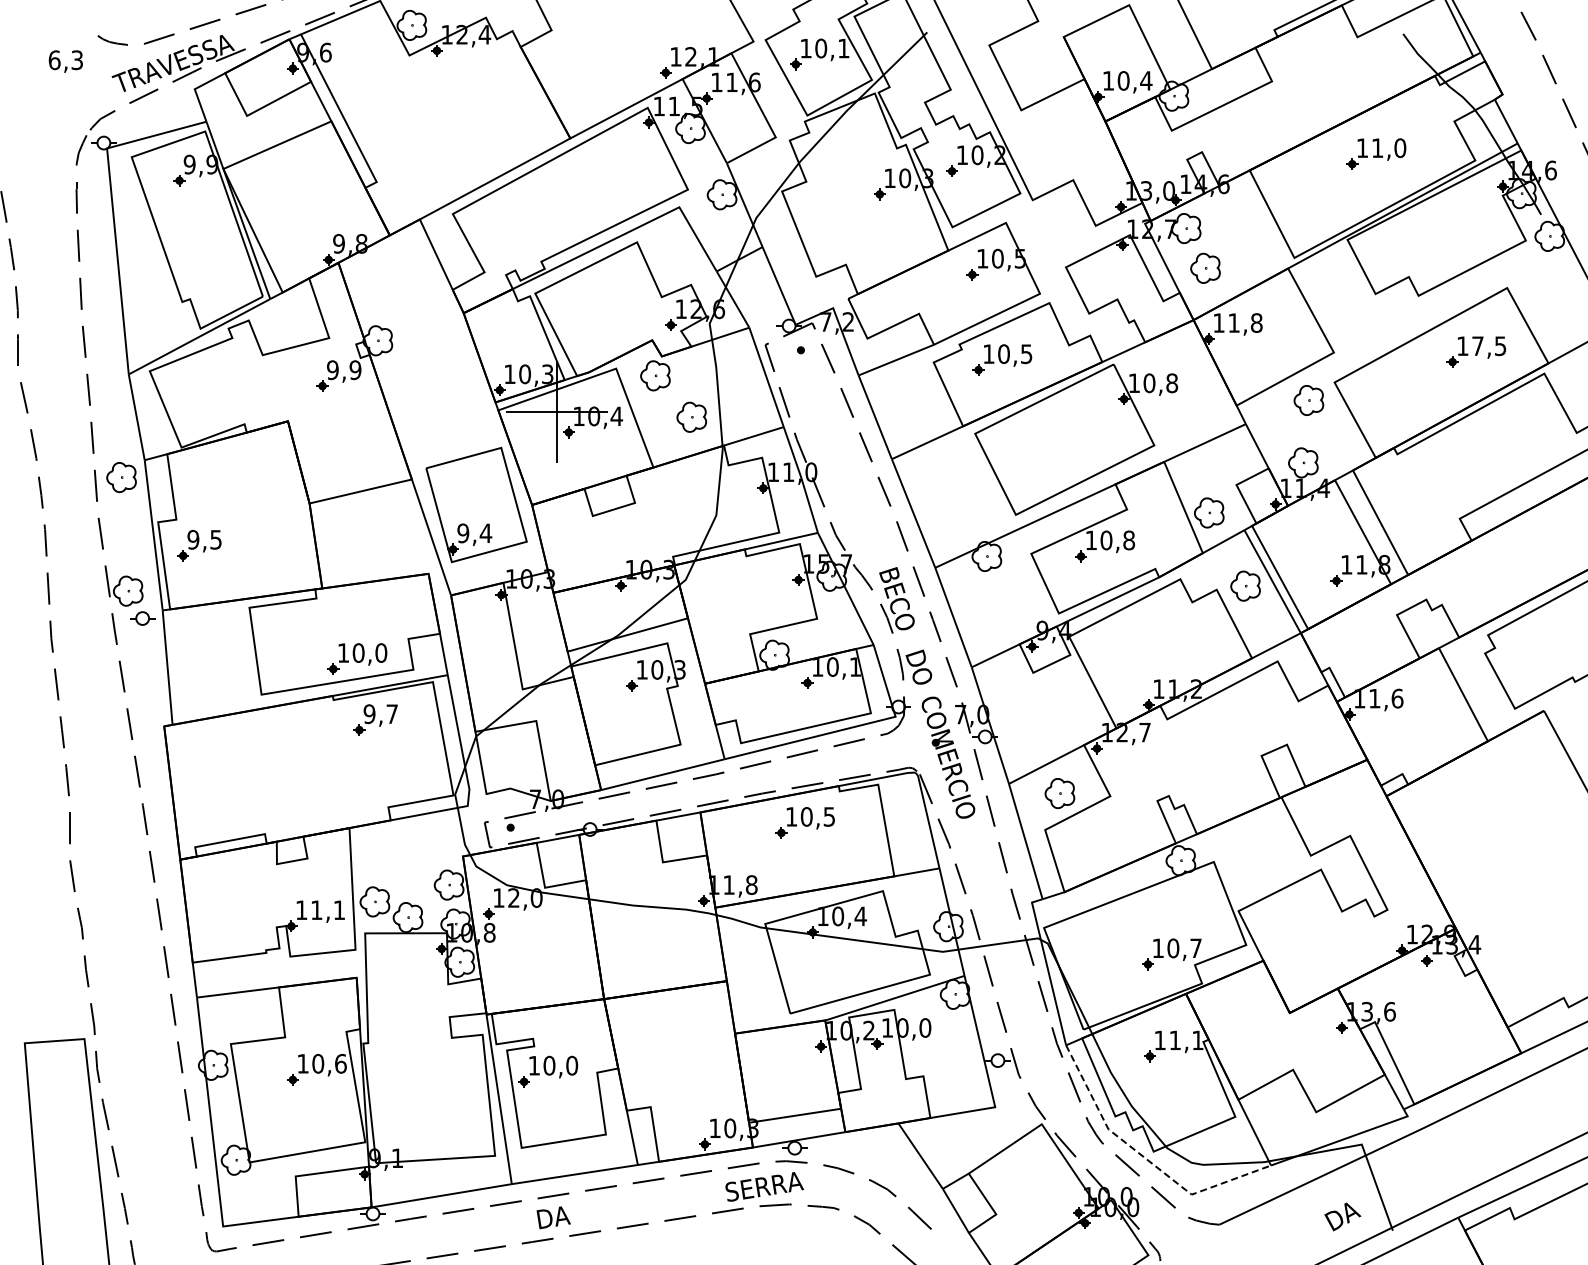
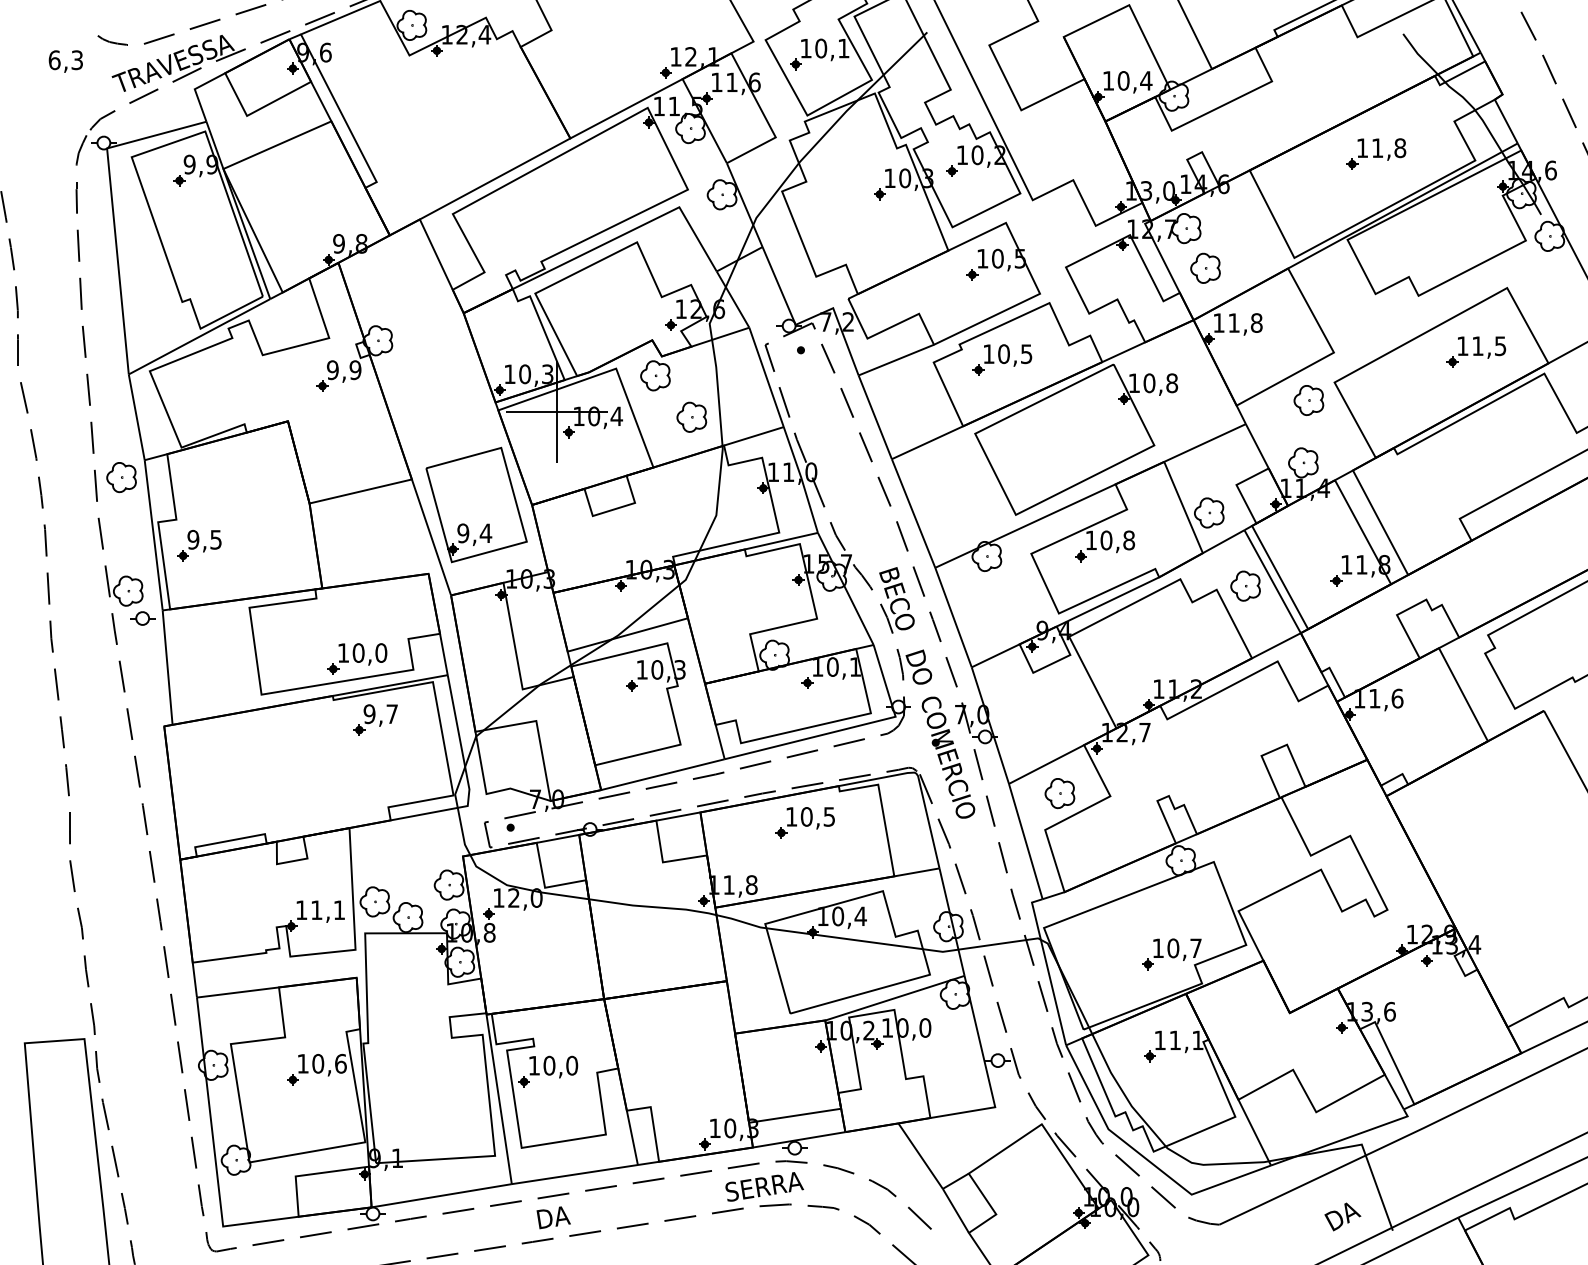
text at (1400, 147): 11,0 -> 11,8
text at (1477, 345): 17,5 -> 11,5
line at (1146, 1158): dashed -> solid
